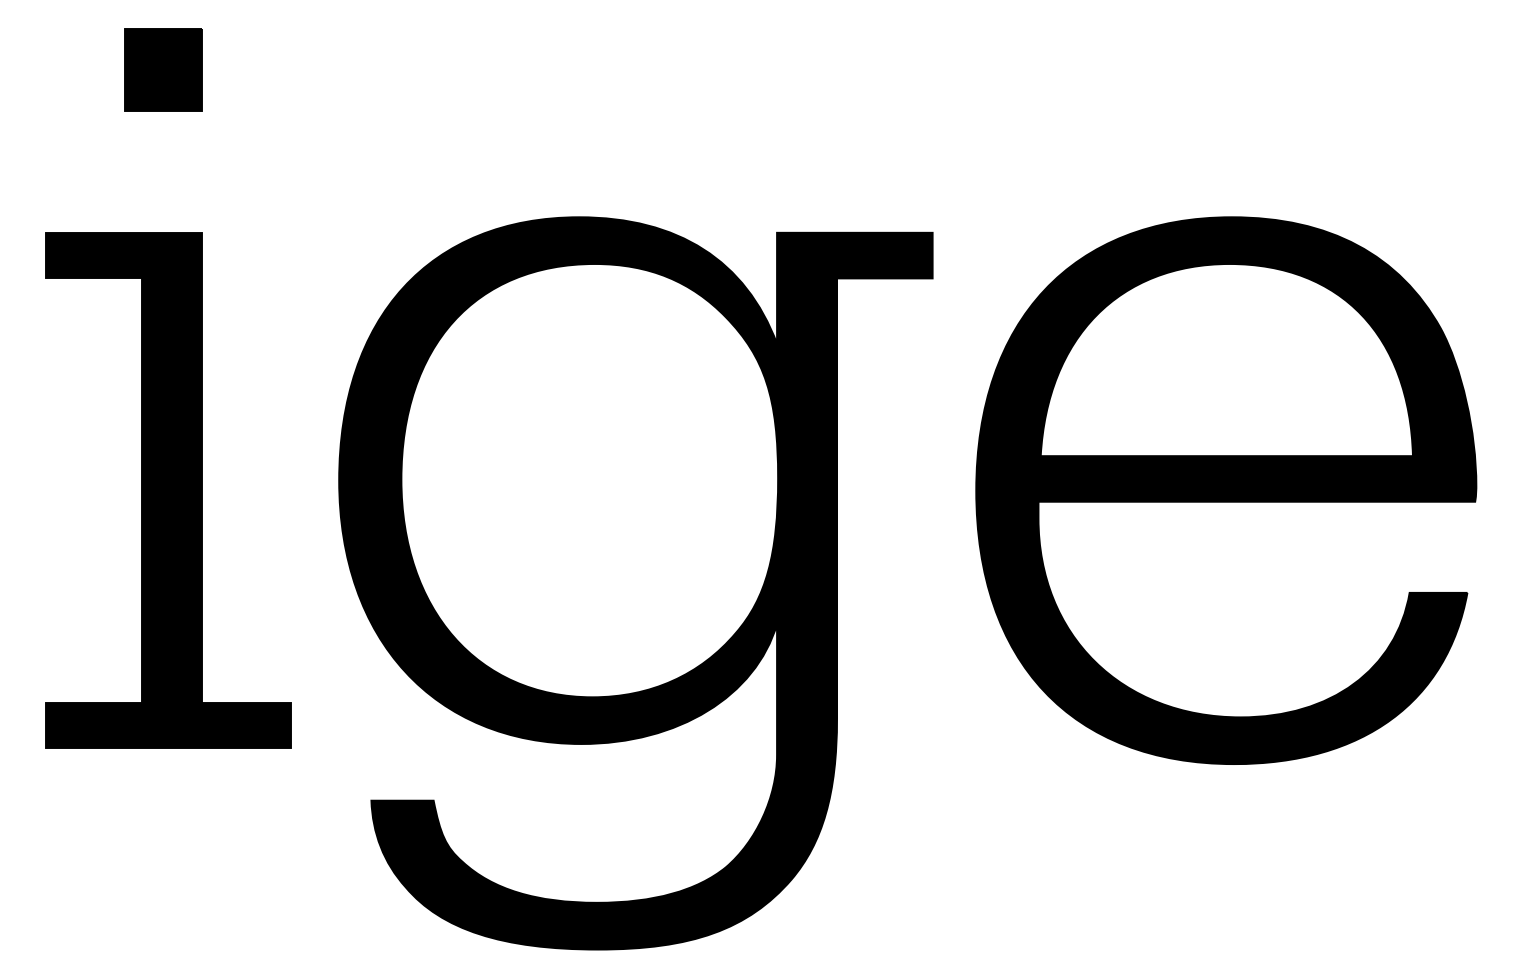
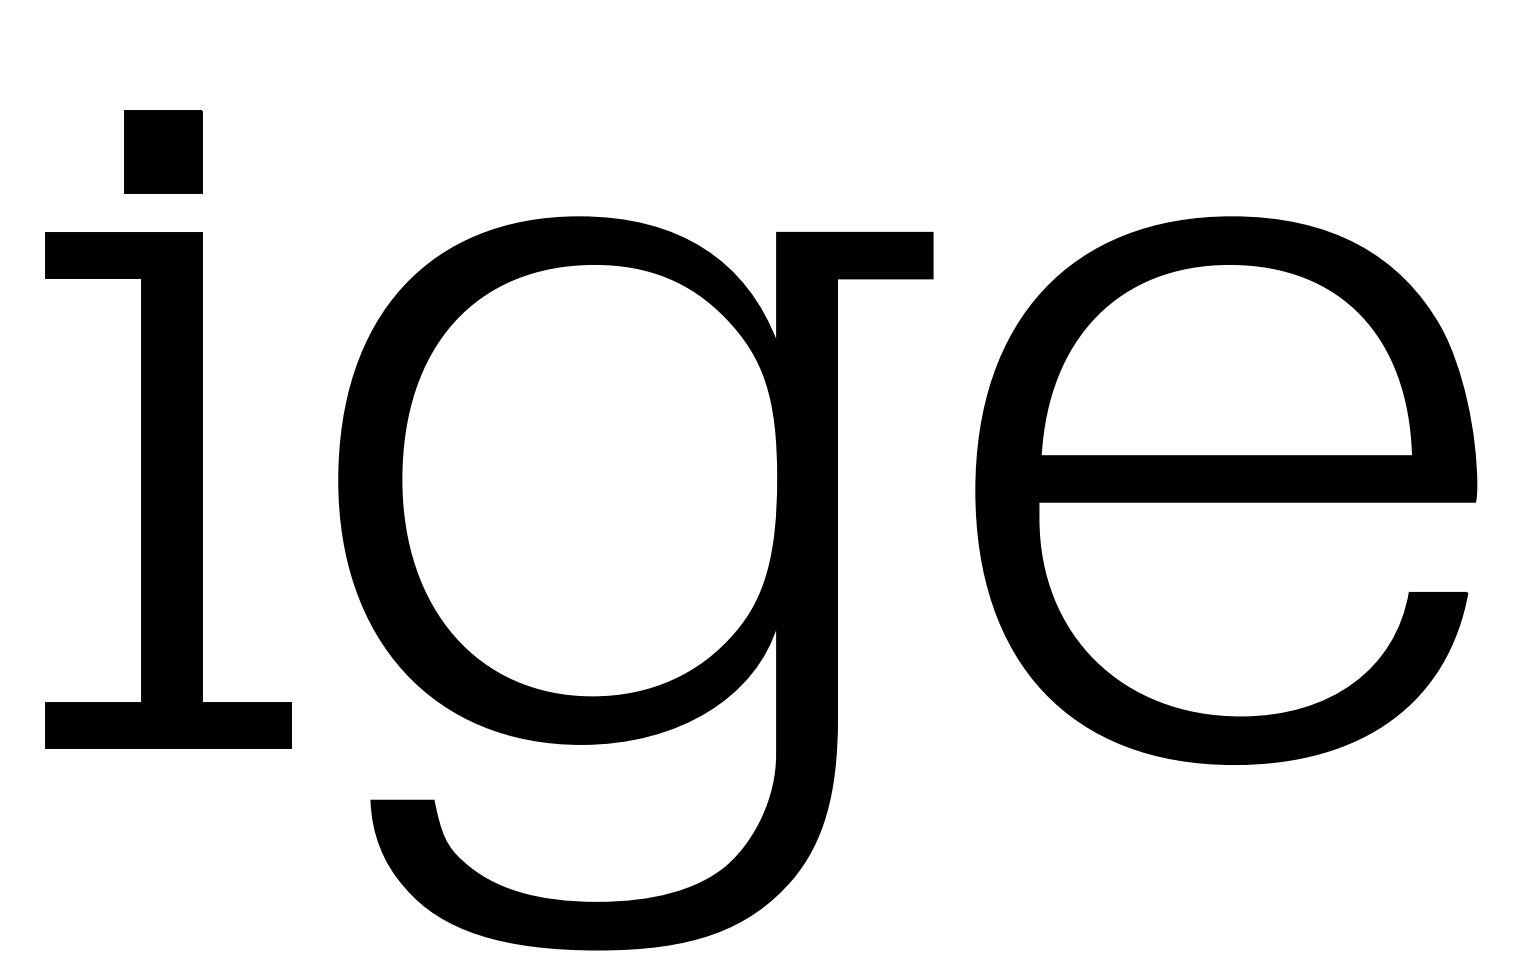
part at (163, 69) position: (163, 69) -> (163, 151)
